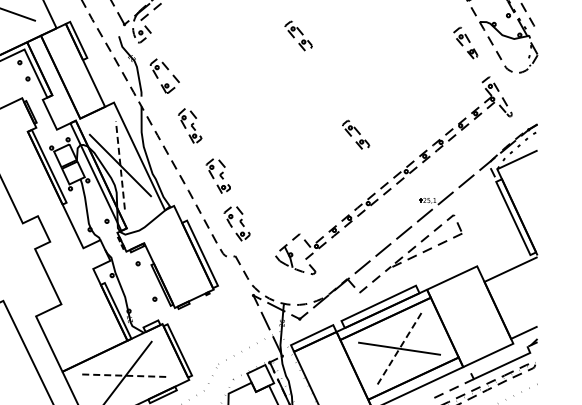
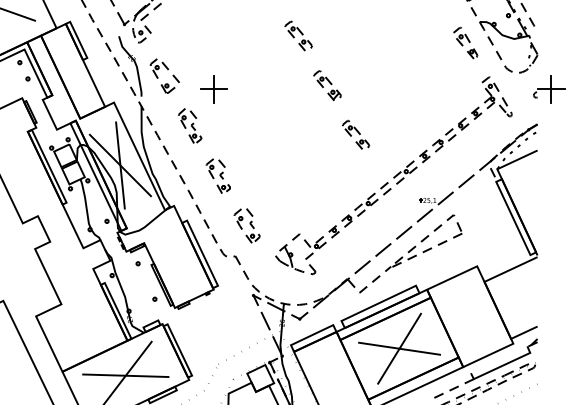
part at (327, 85): none -> present
part at (213, 89): none -> present
part at (549, 89): none -> present
line at (120, 165): dashed -> solid
part at (236, 223) position: (236, 223) -> (246, 225)
line at (399, 348): dashed -> solid
line at (125, 375): dashed -> solid
